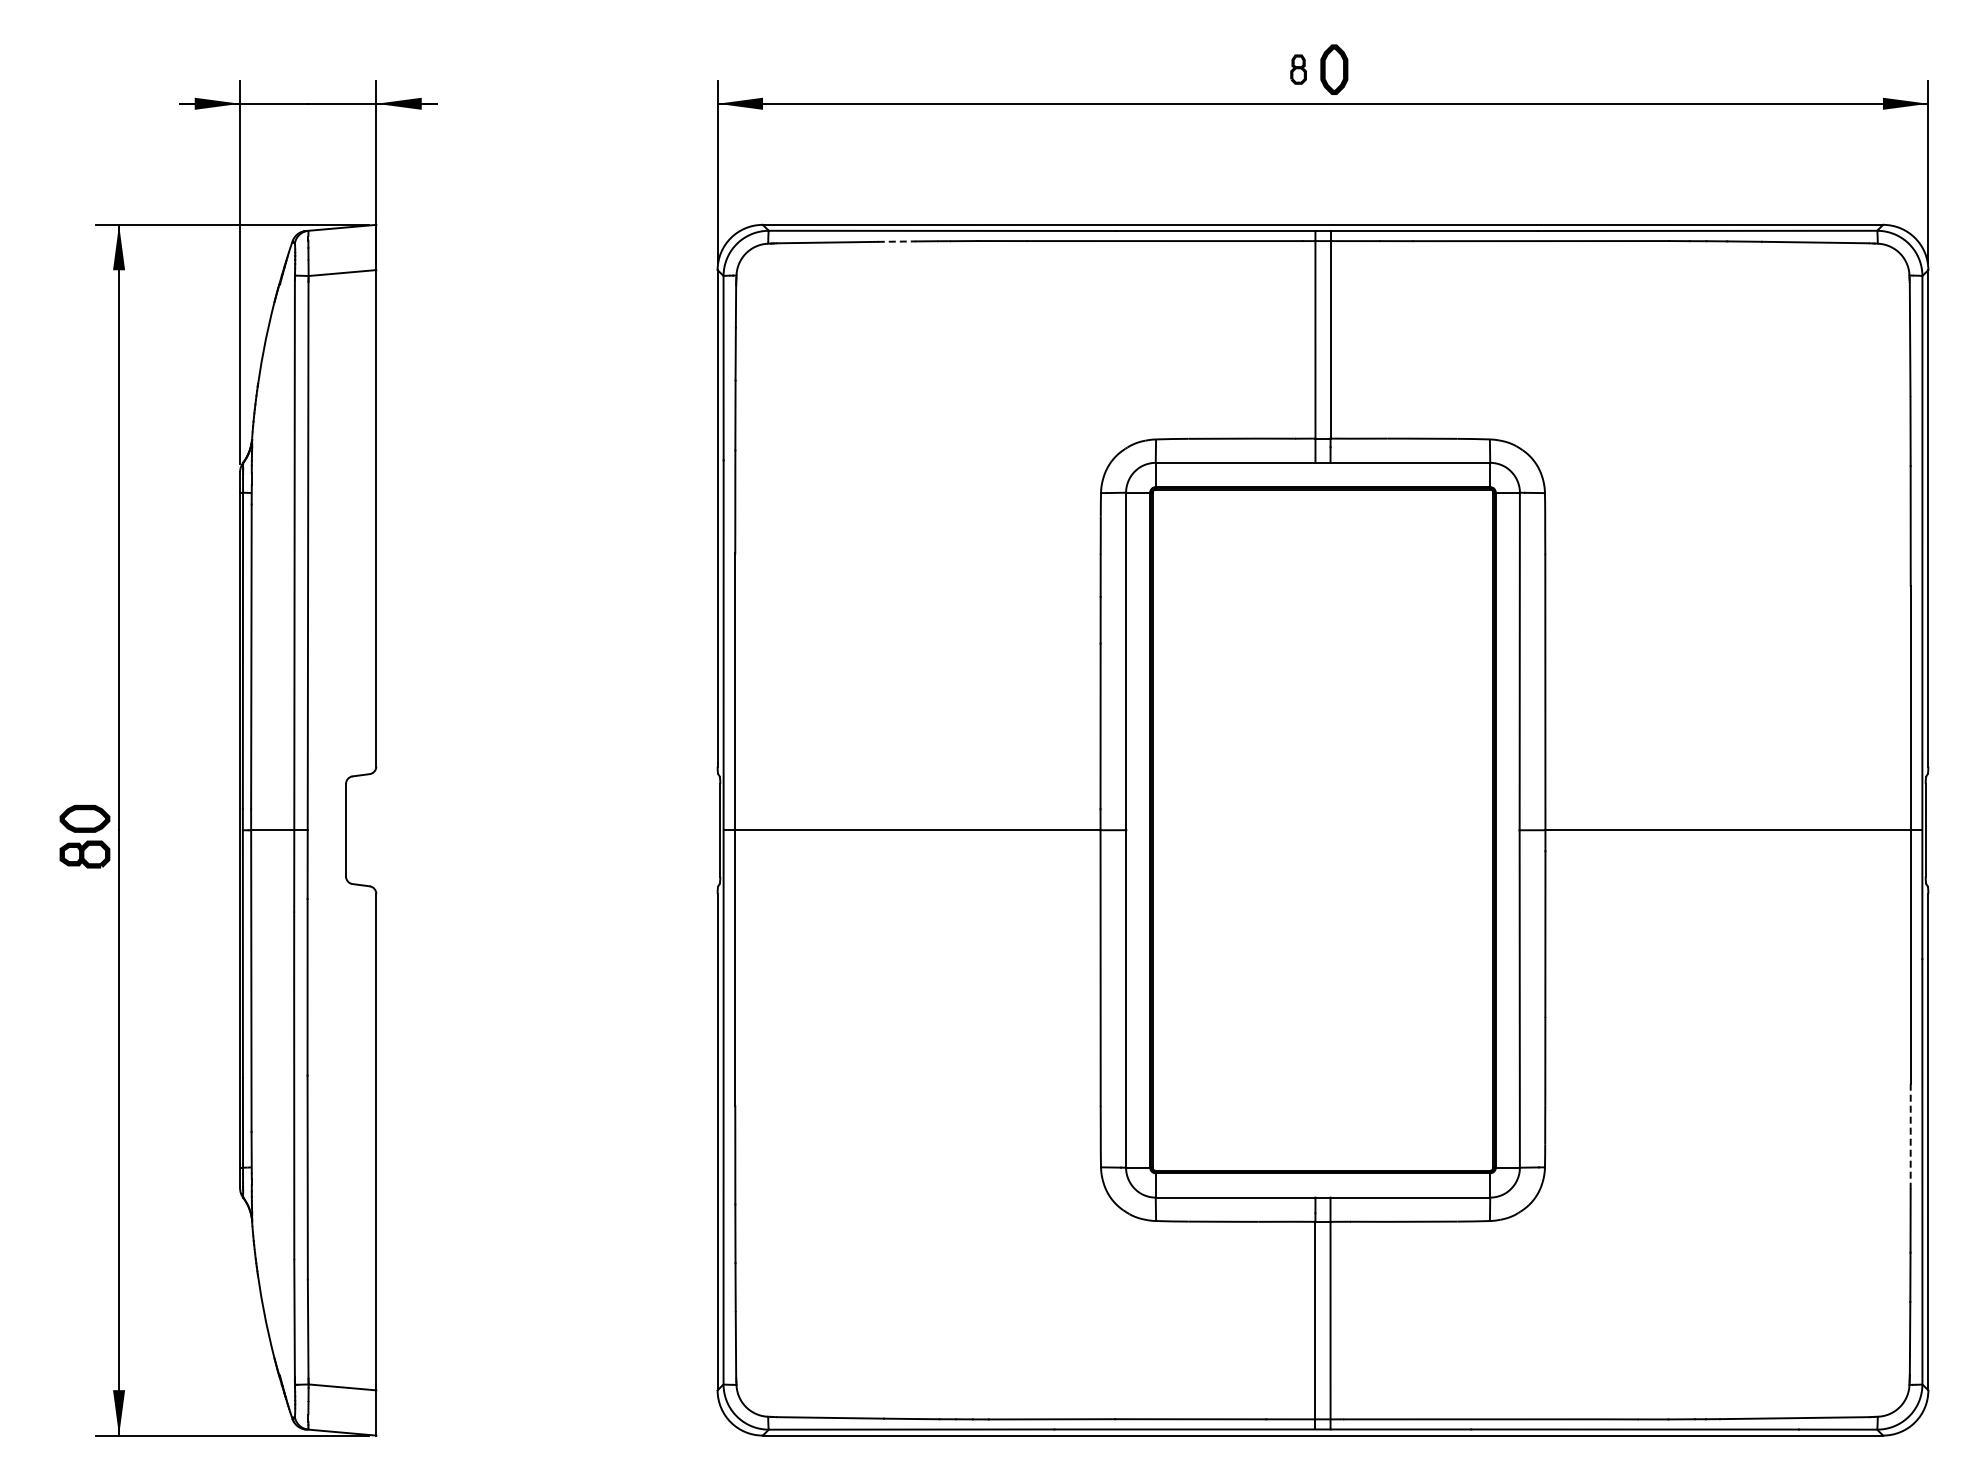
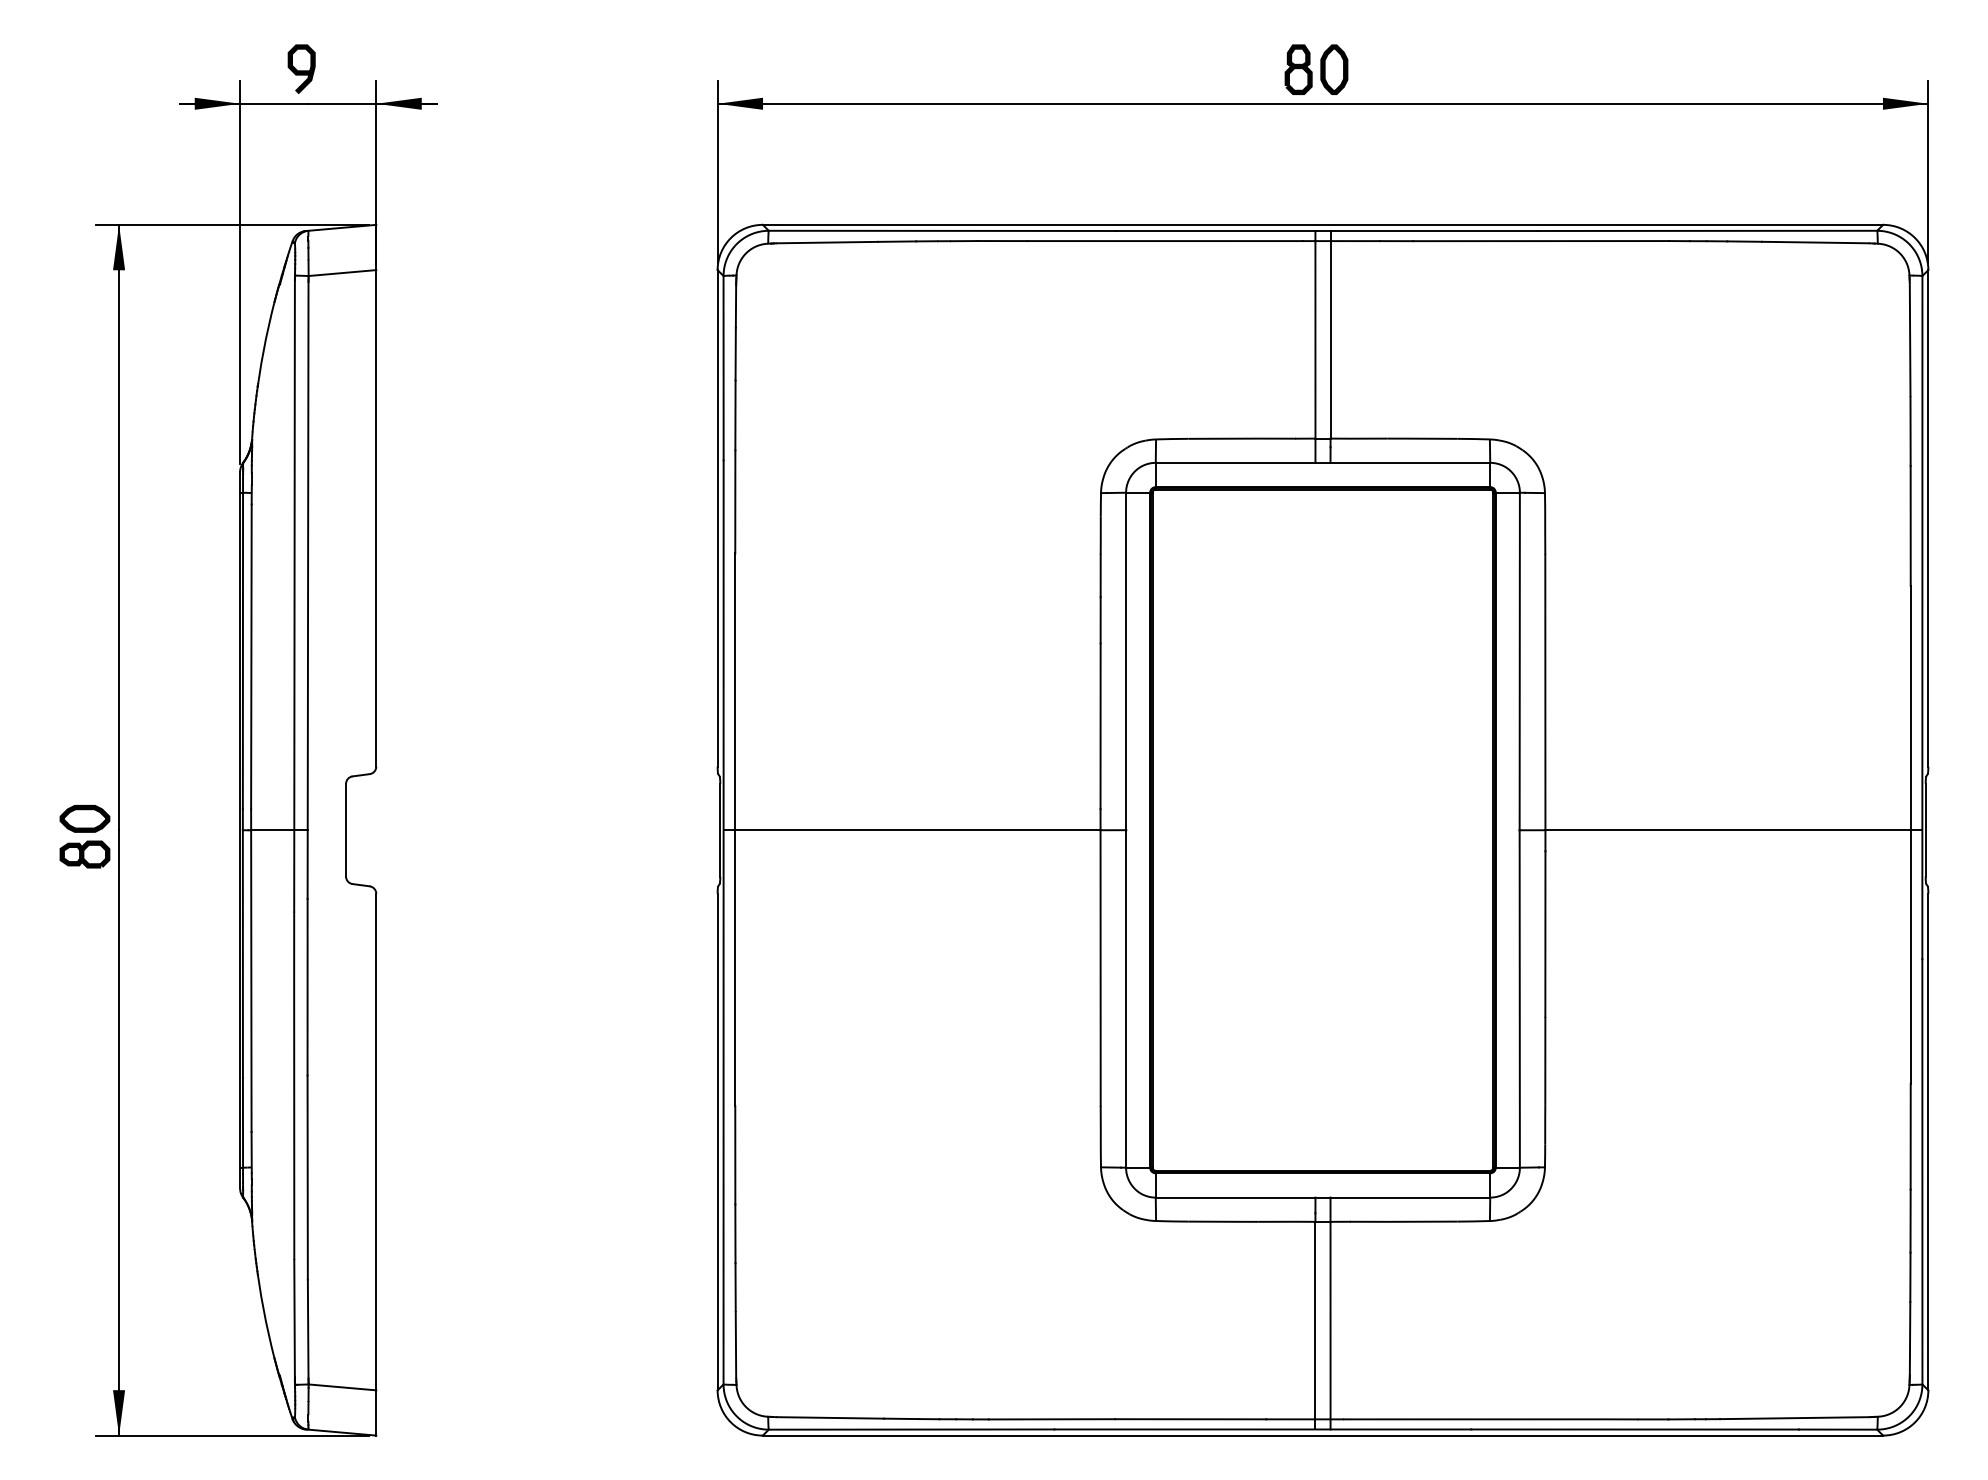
part at (1298, 69) size: 17x31 px -> 29x51 px
curve at (301, 70): none -> present
line at (897, 241): dashed -> solid
line at (1910, 1136): dashed -> solid
